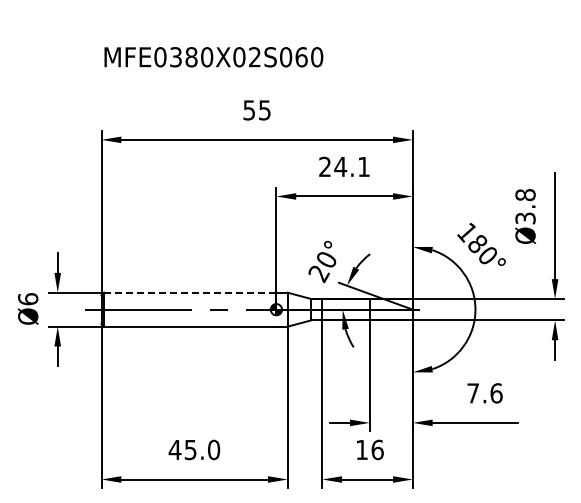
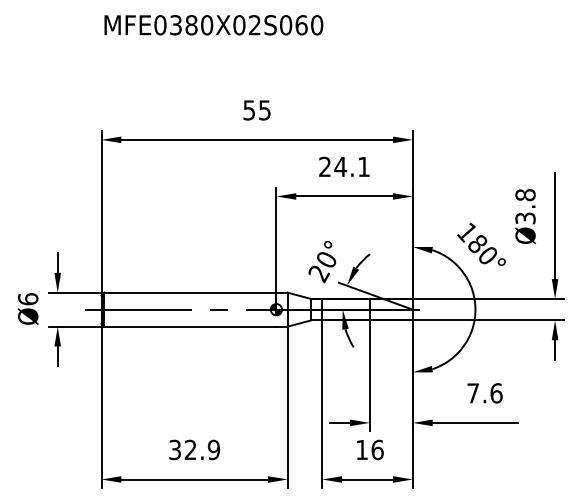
text at (213, 57) position: (213, 57) -> (213, 25)
line at (189, 292): dashed -> solid
text at (194, 449): 45.0 -> 32.9
